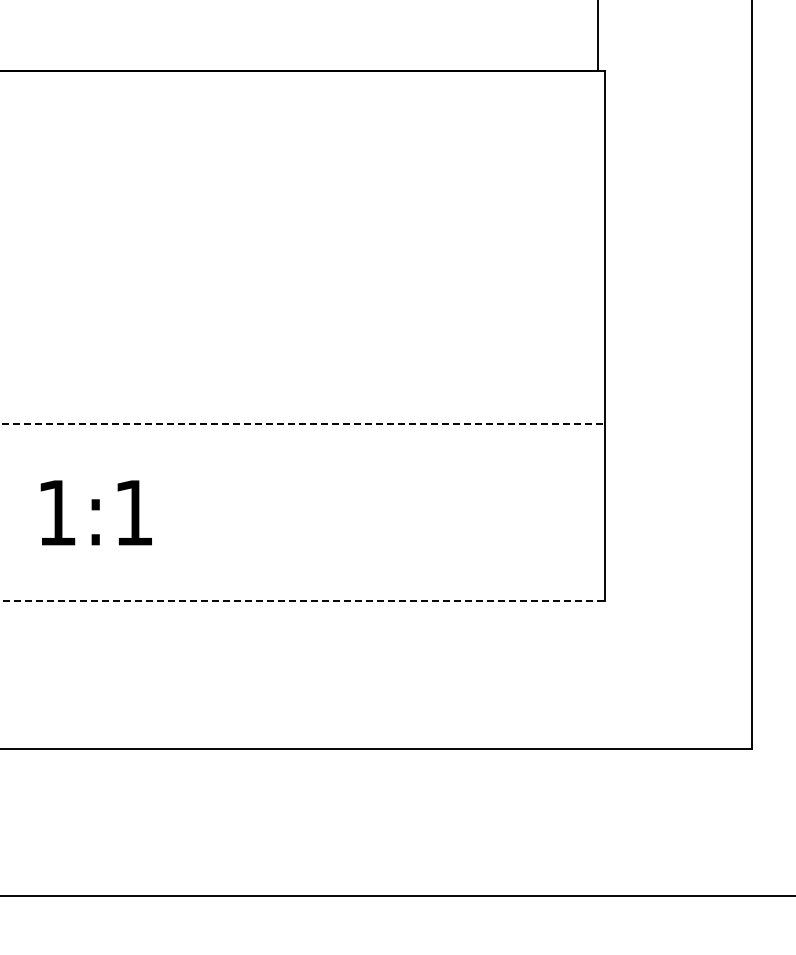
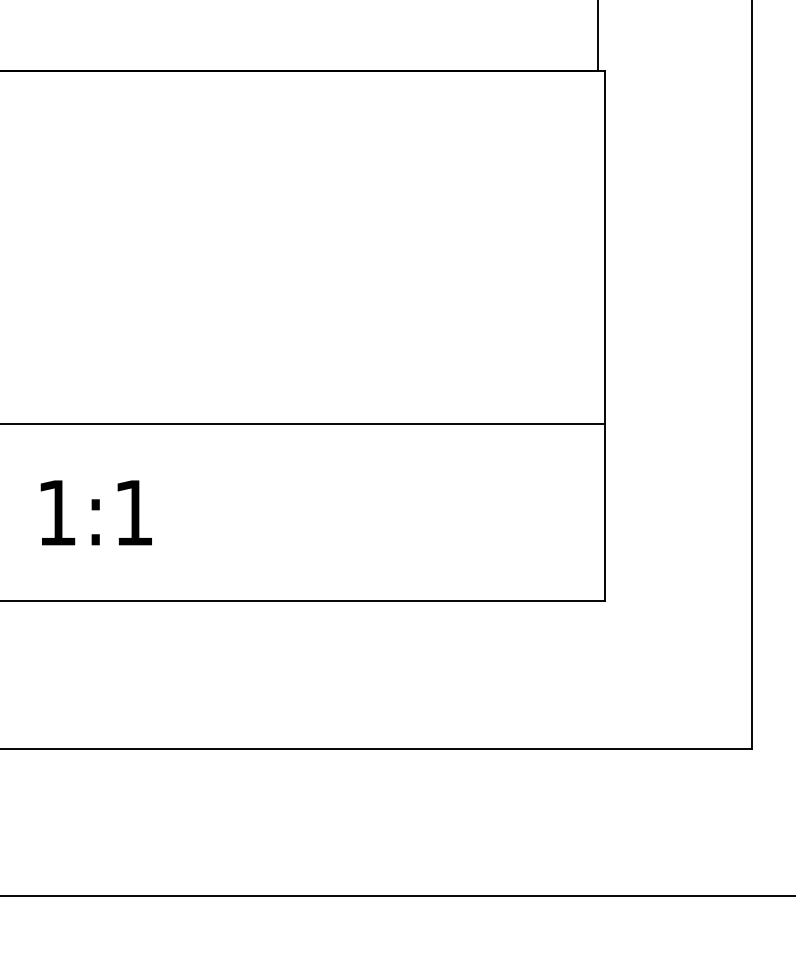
line at (302, 424): dashed -> solid
line at (302, 601): dashed -> solid
